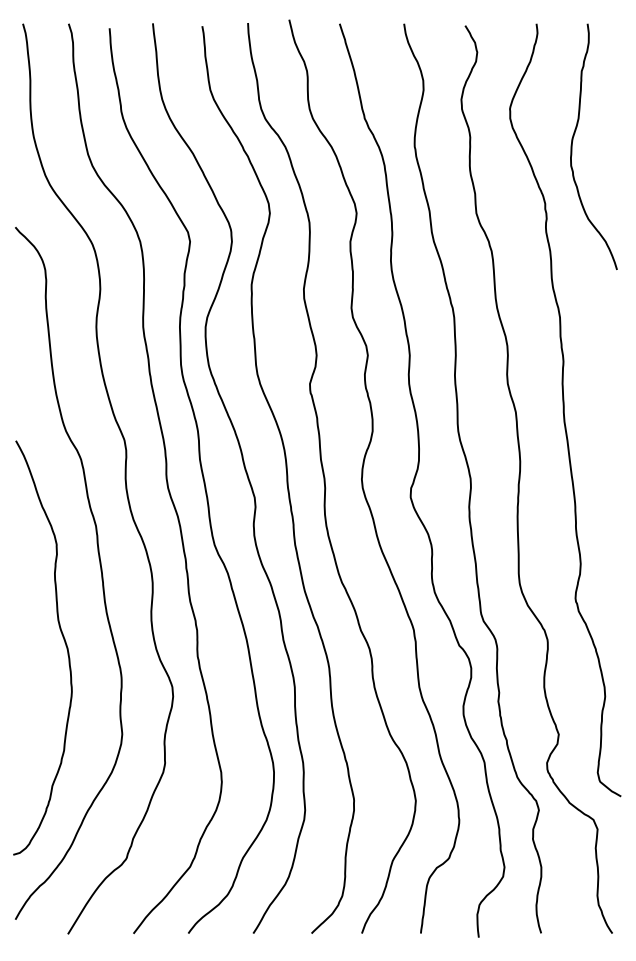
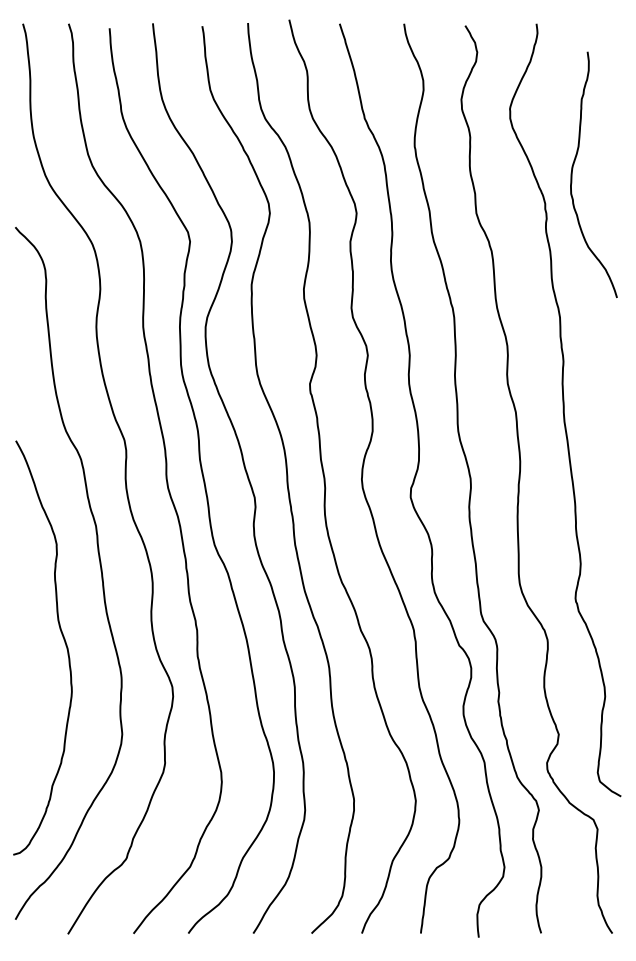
curve at (573, 140) position: (573, 140) -> (573, 168)
